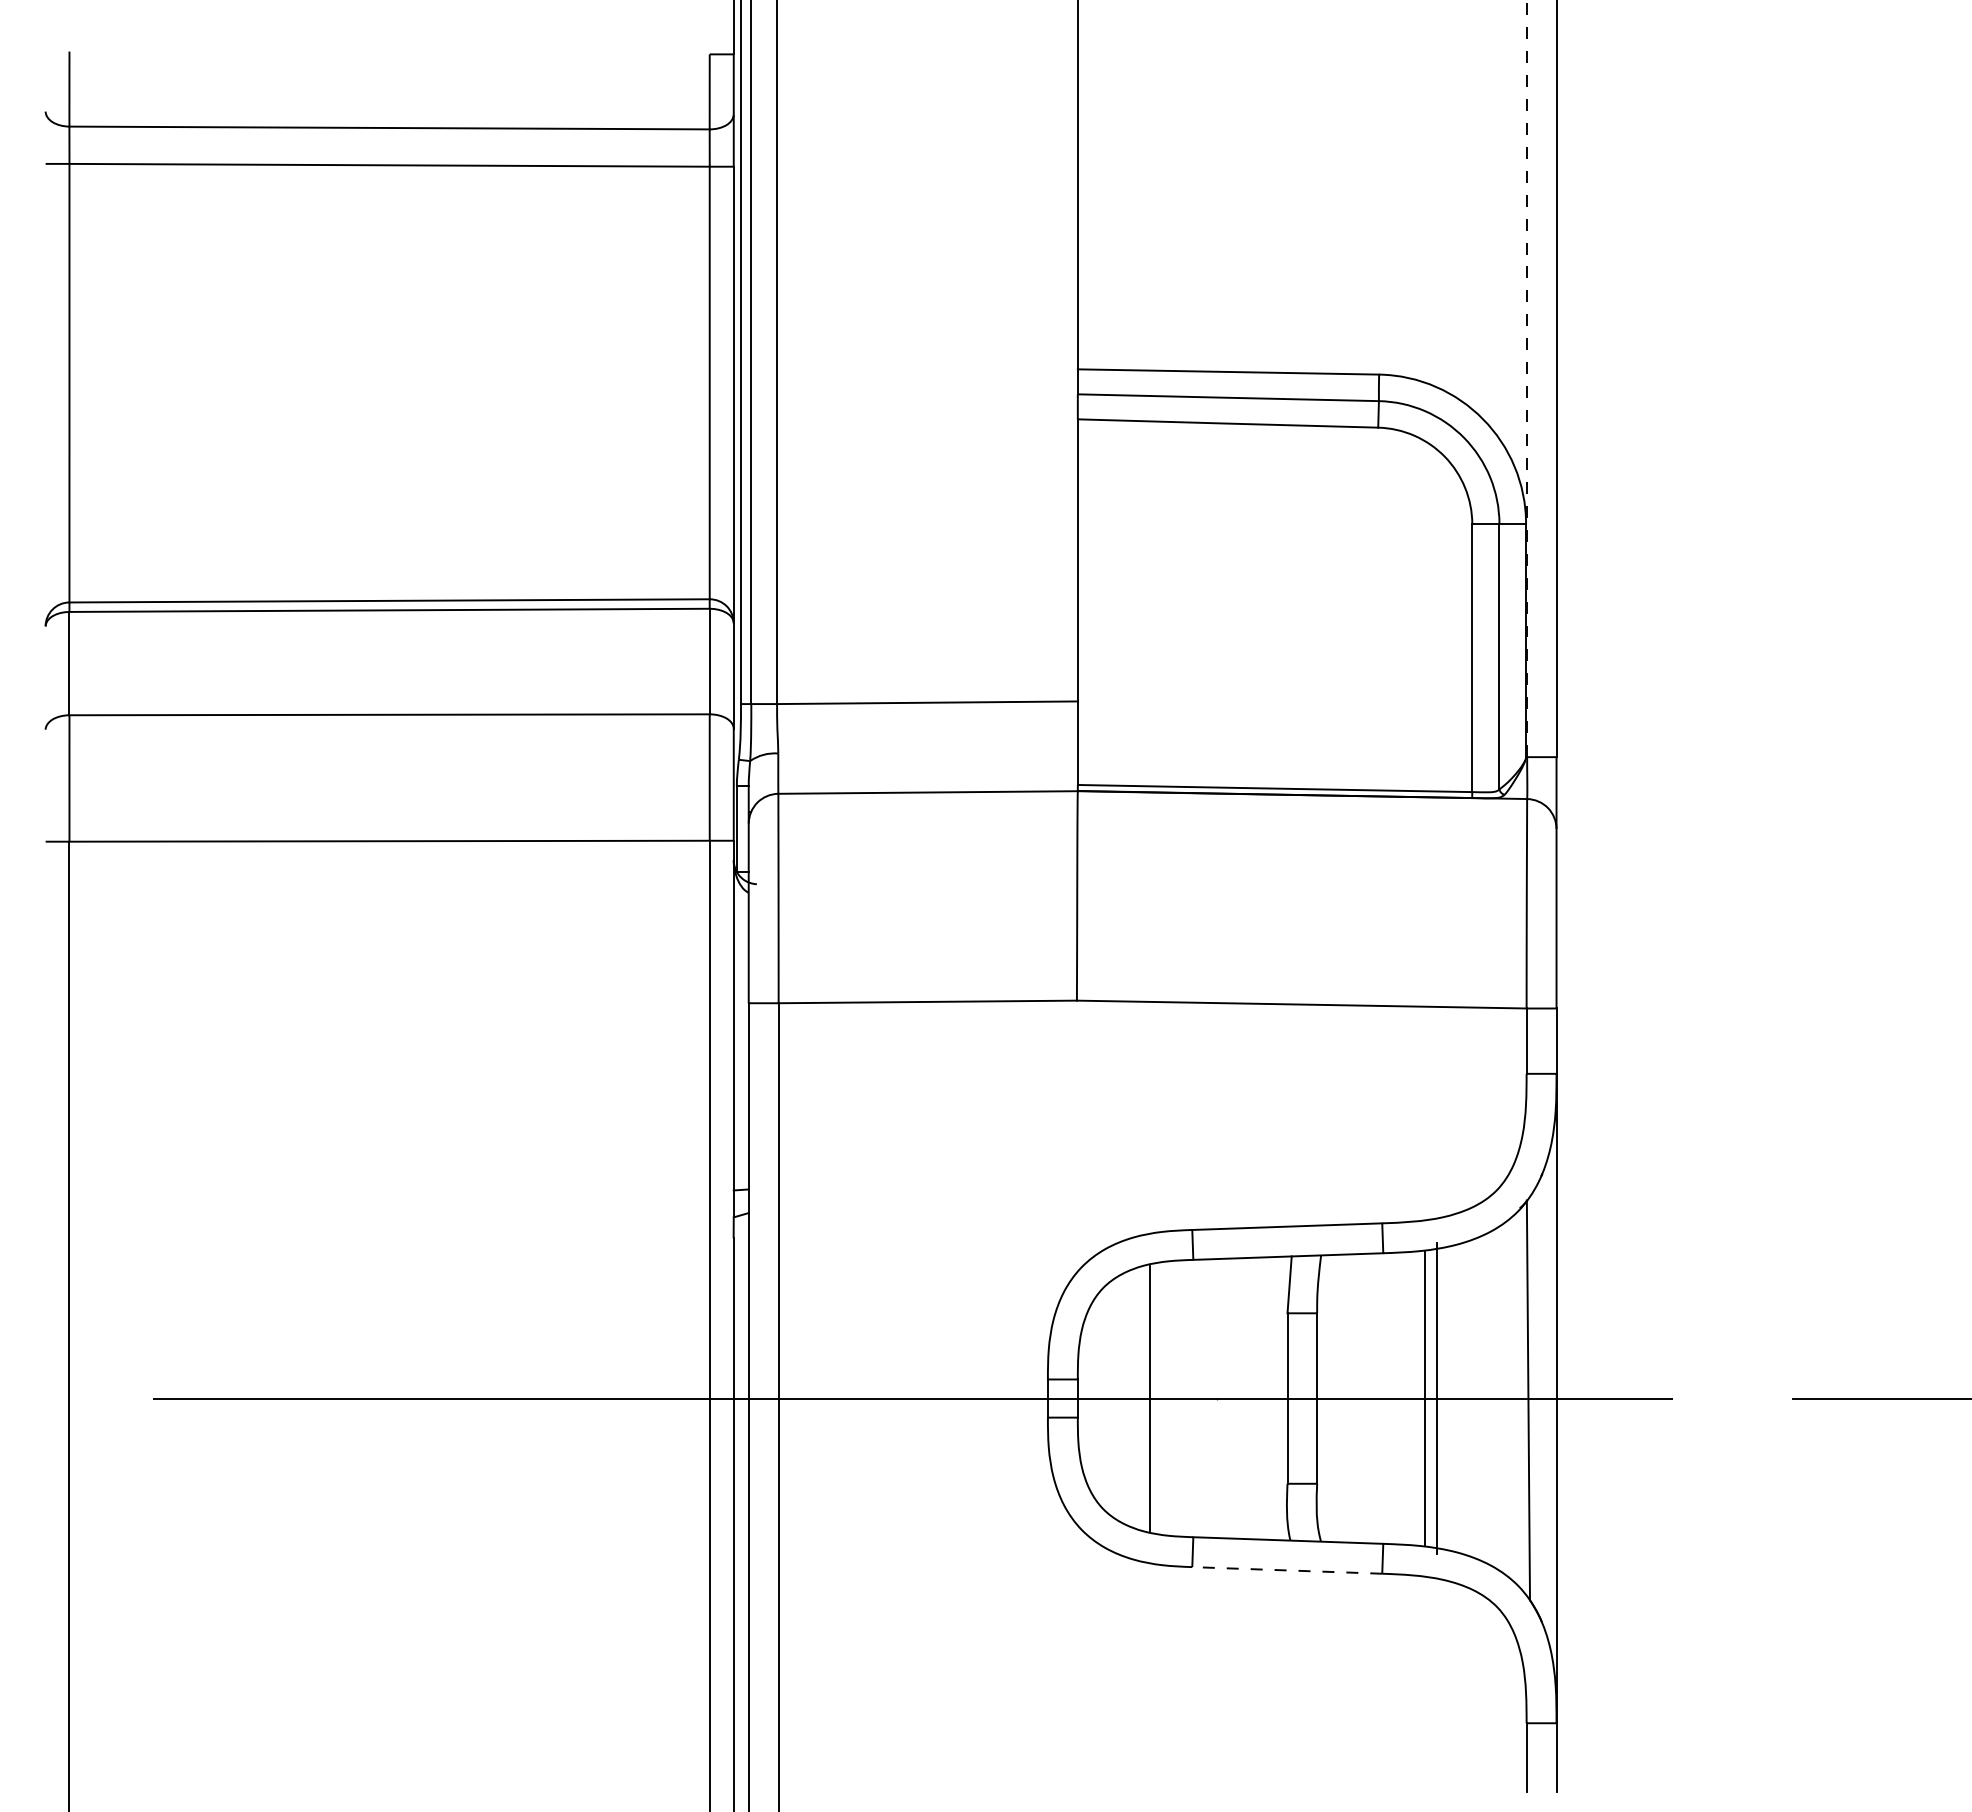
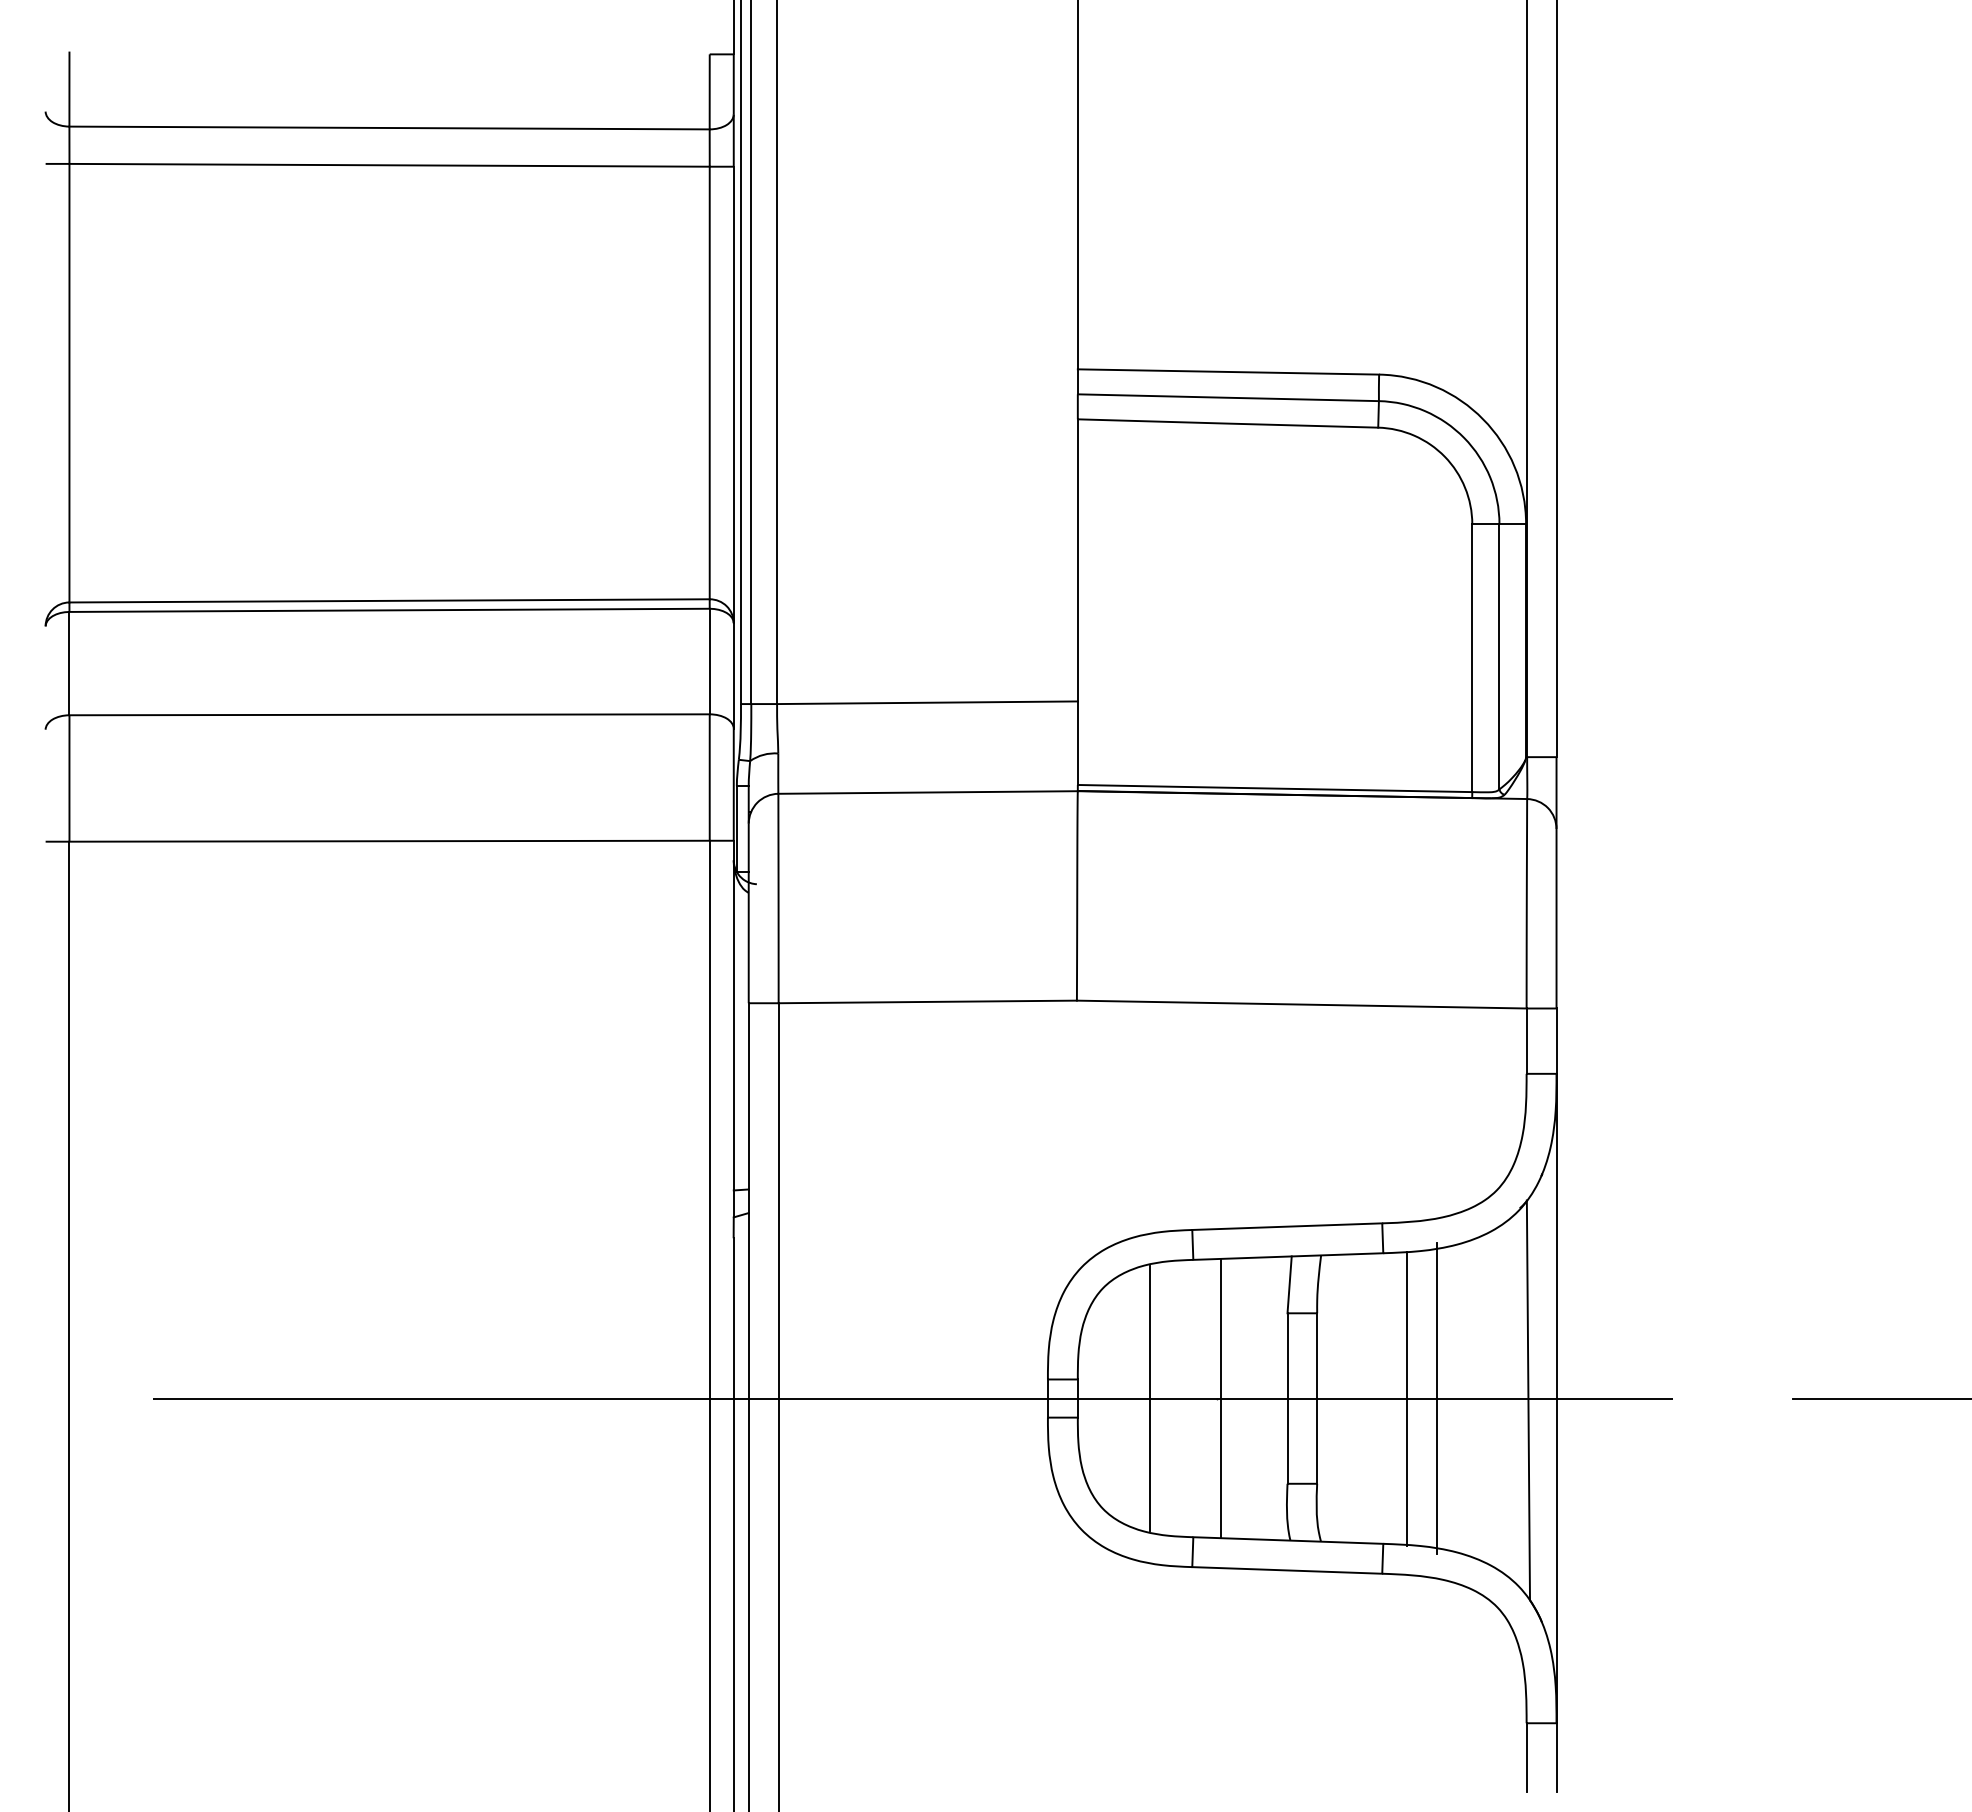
line at (1527, 378): dashed -> solid
line at (1220, 1398): none -> present
line at (1425, 1399) position: (1425, 1399) -> (1407, 1399)
line at (1286, 1570): dashed -> solid
